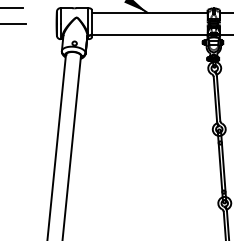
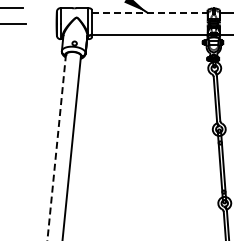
line at (149, 12): solid -> dashed
line at (56, 147): solid -> dashed
